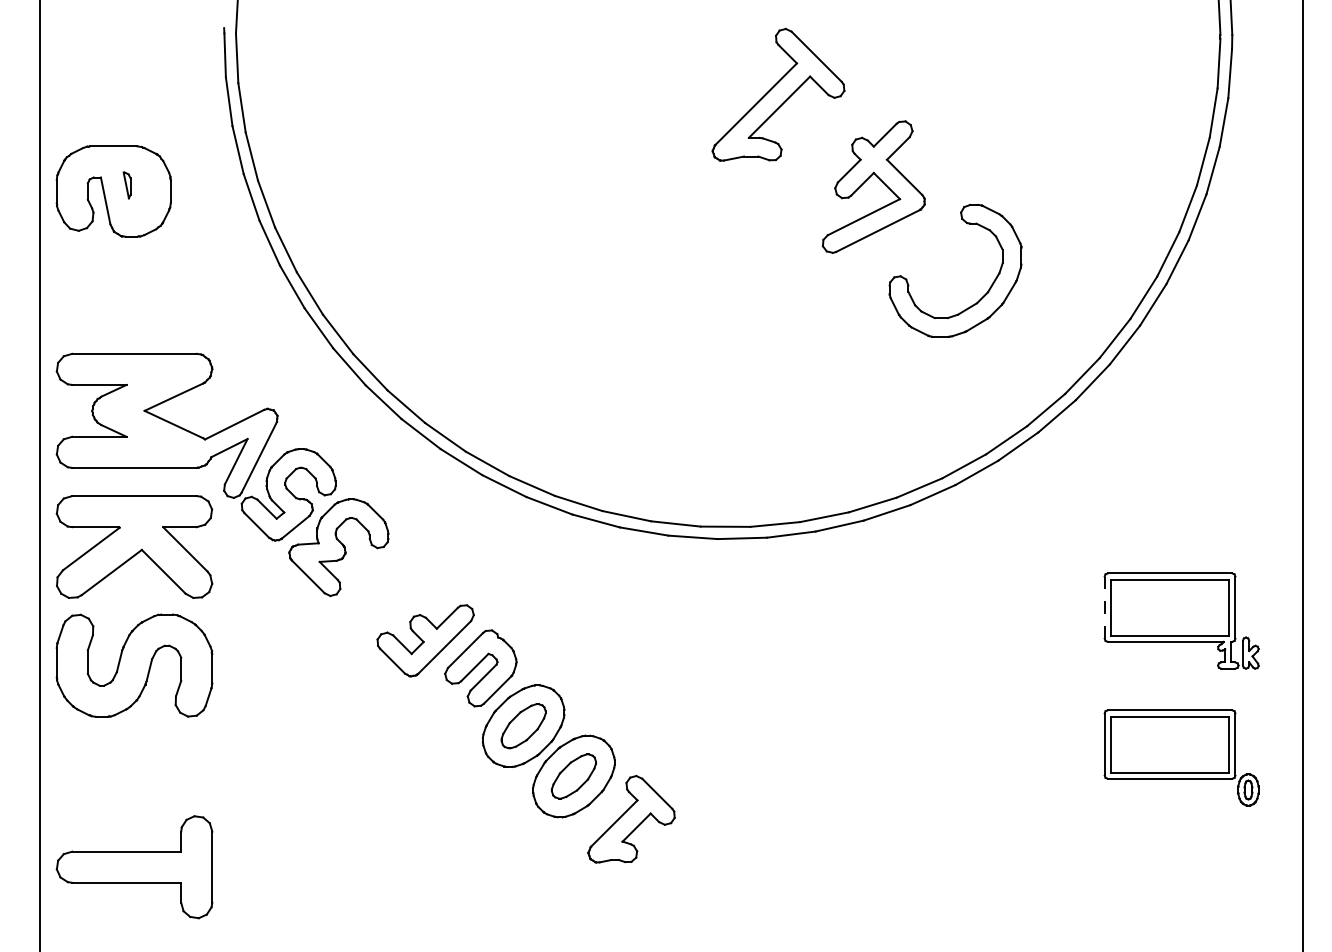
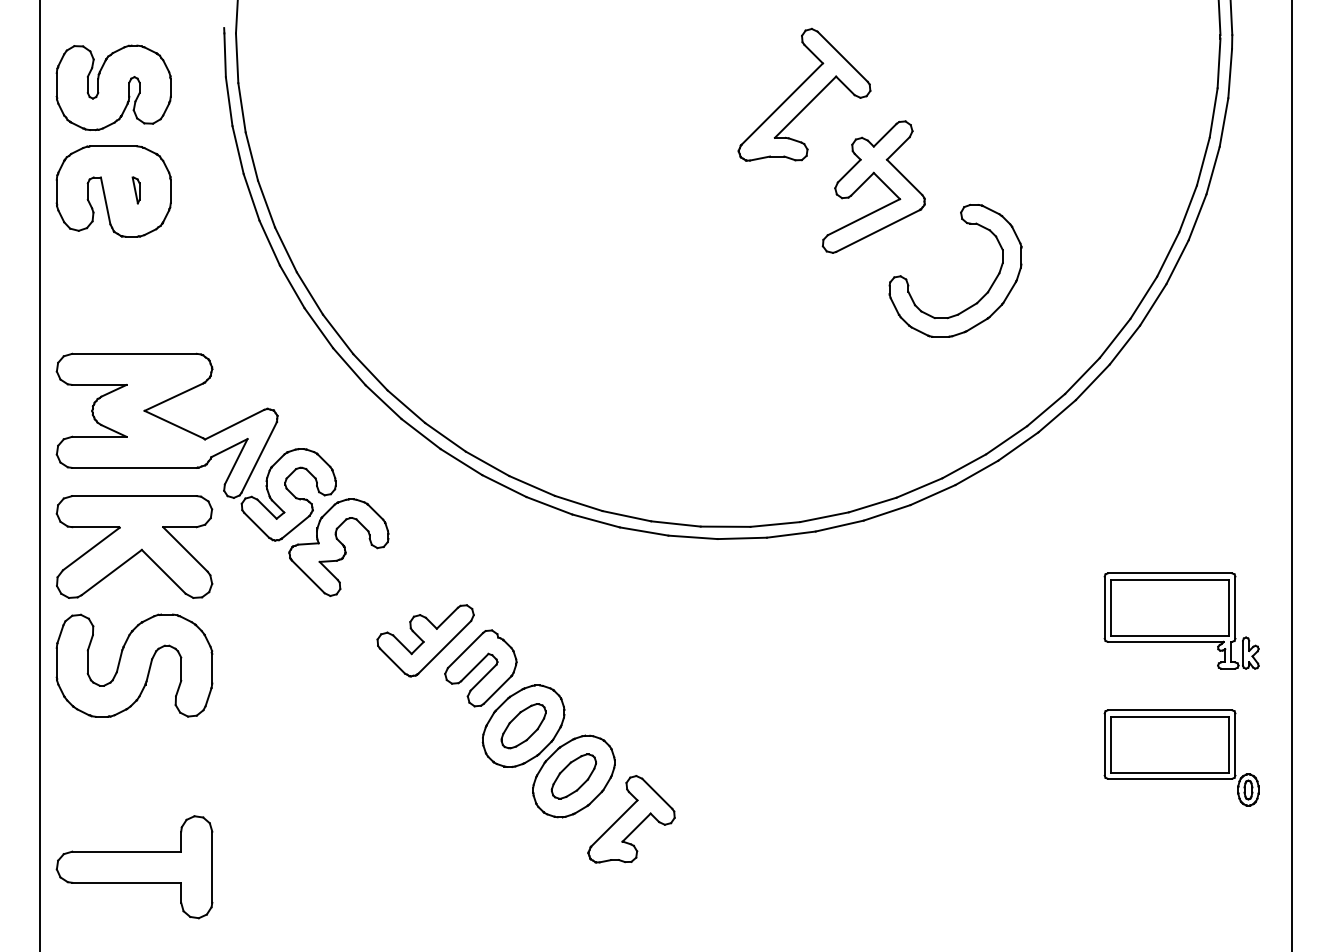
part at (113, 87): none -> present
part at (778, 94) position: (778, 94) -> (804, 94)
part at (126, 185) position: (126, 185) -> (135, 190)
line at (1303, 475) position: (1303, 475) -> (1292, 475)
line at (1104, 607): dashed -> solid
